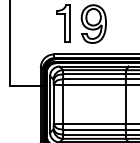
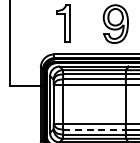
part at (93, 23) position: (93, 23) -> (115, 23)
line at (95, 129): solid -> dashed
